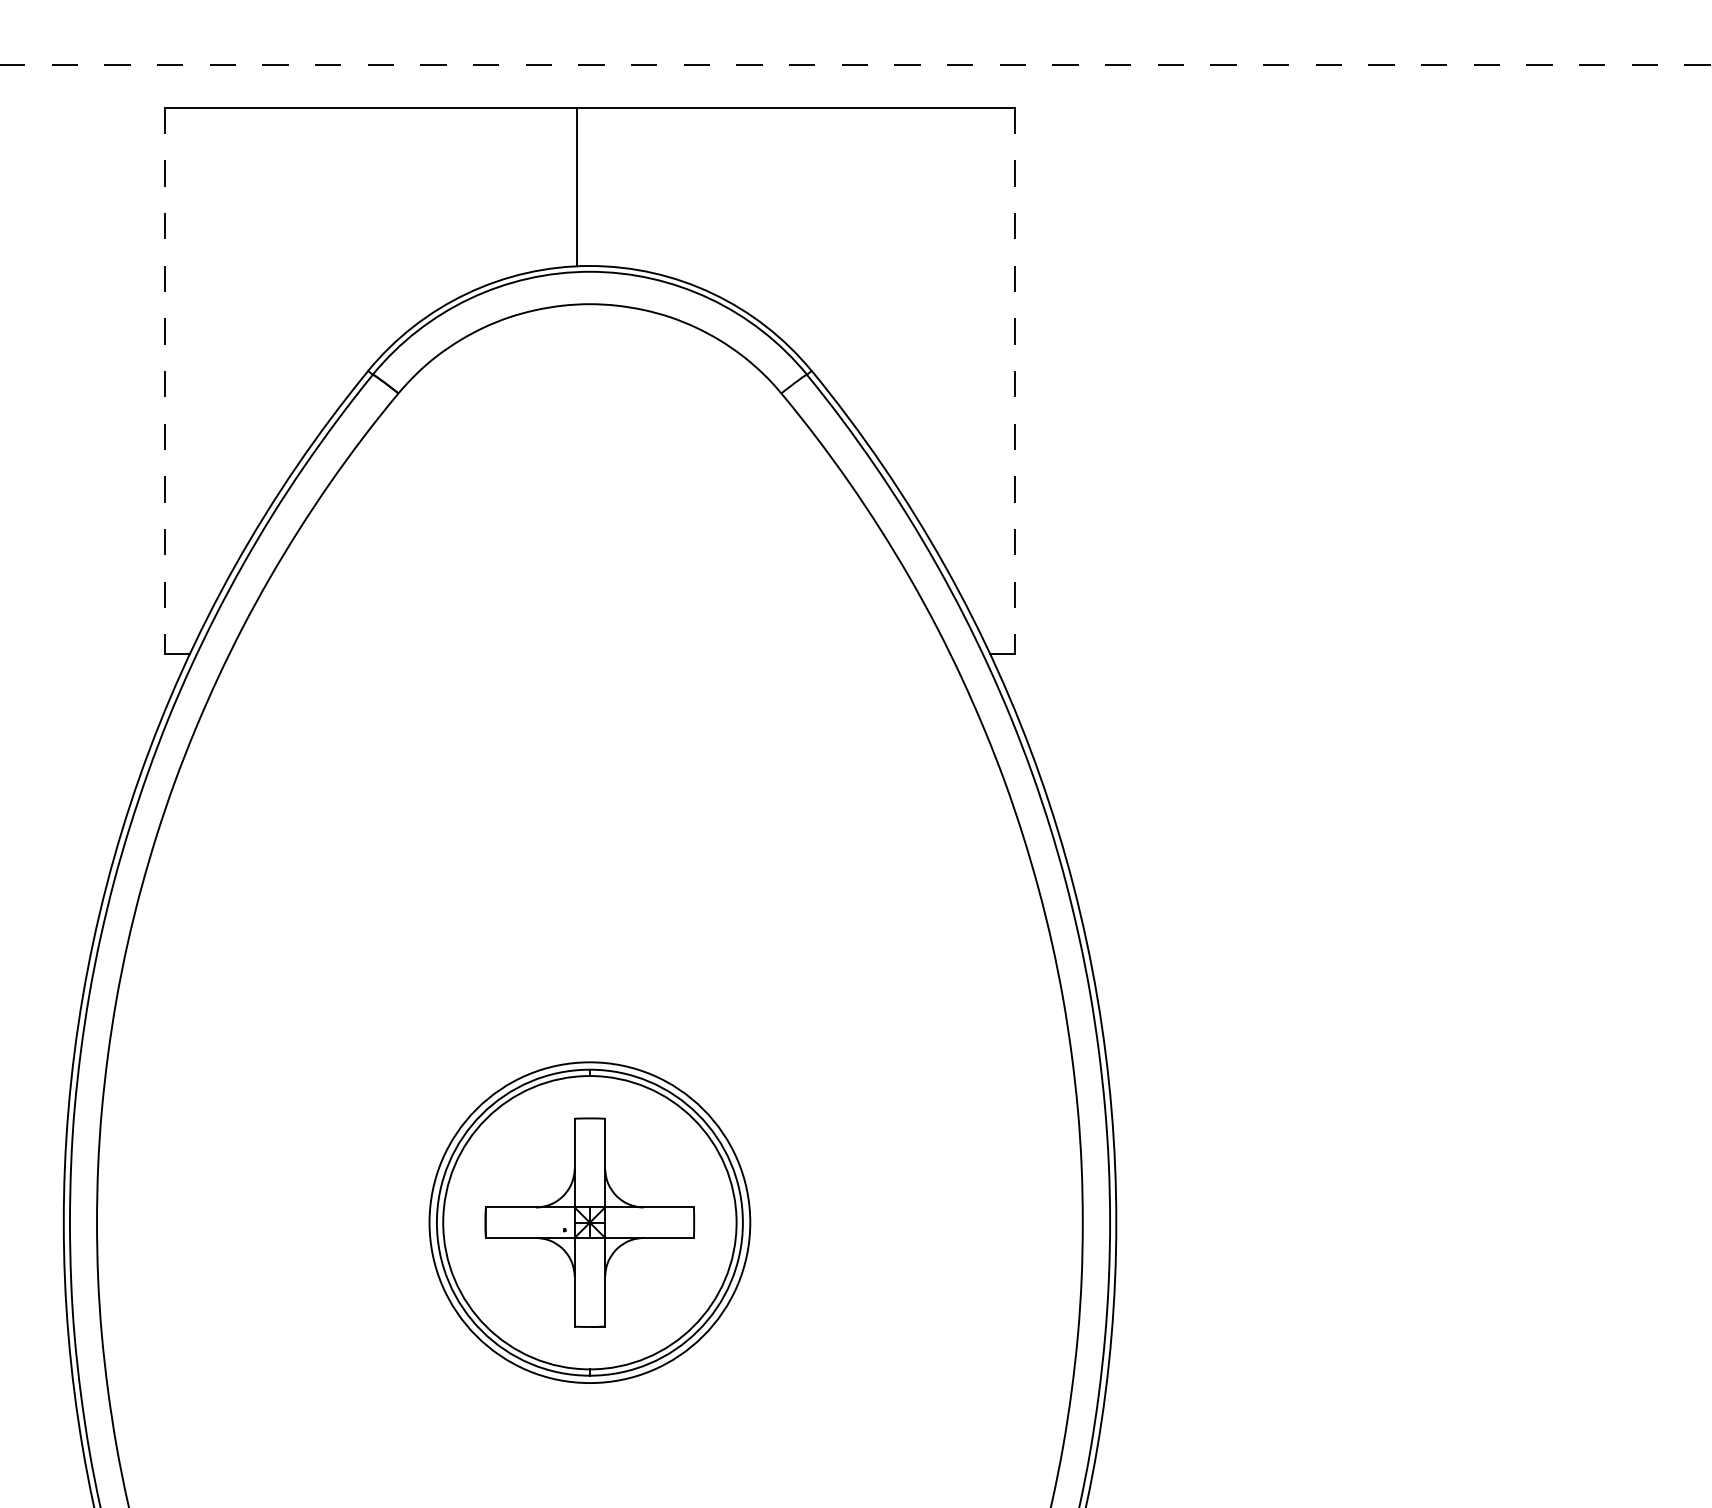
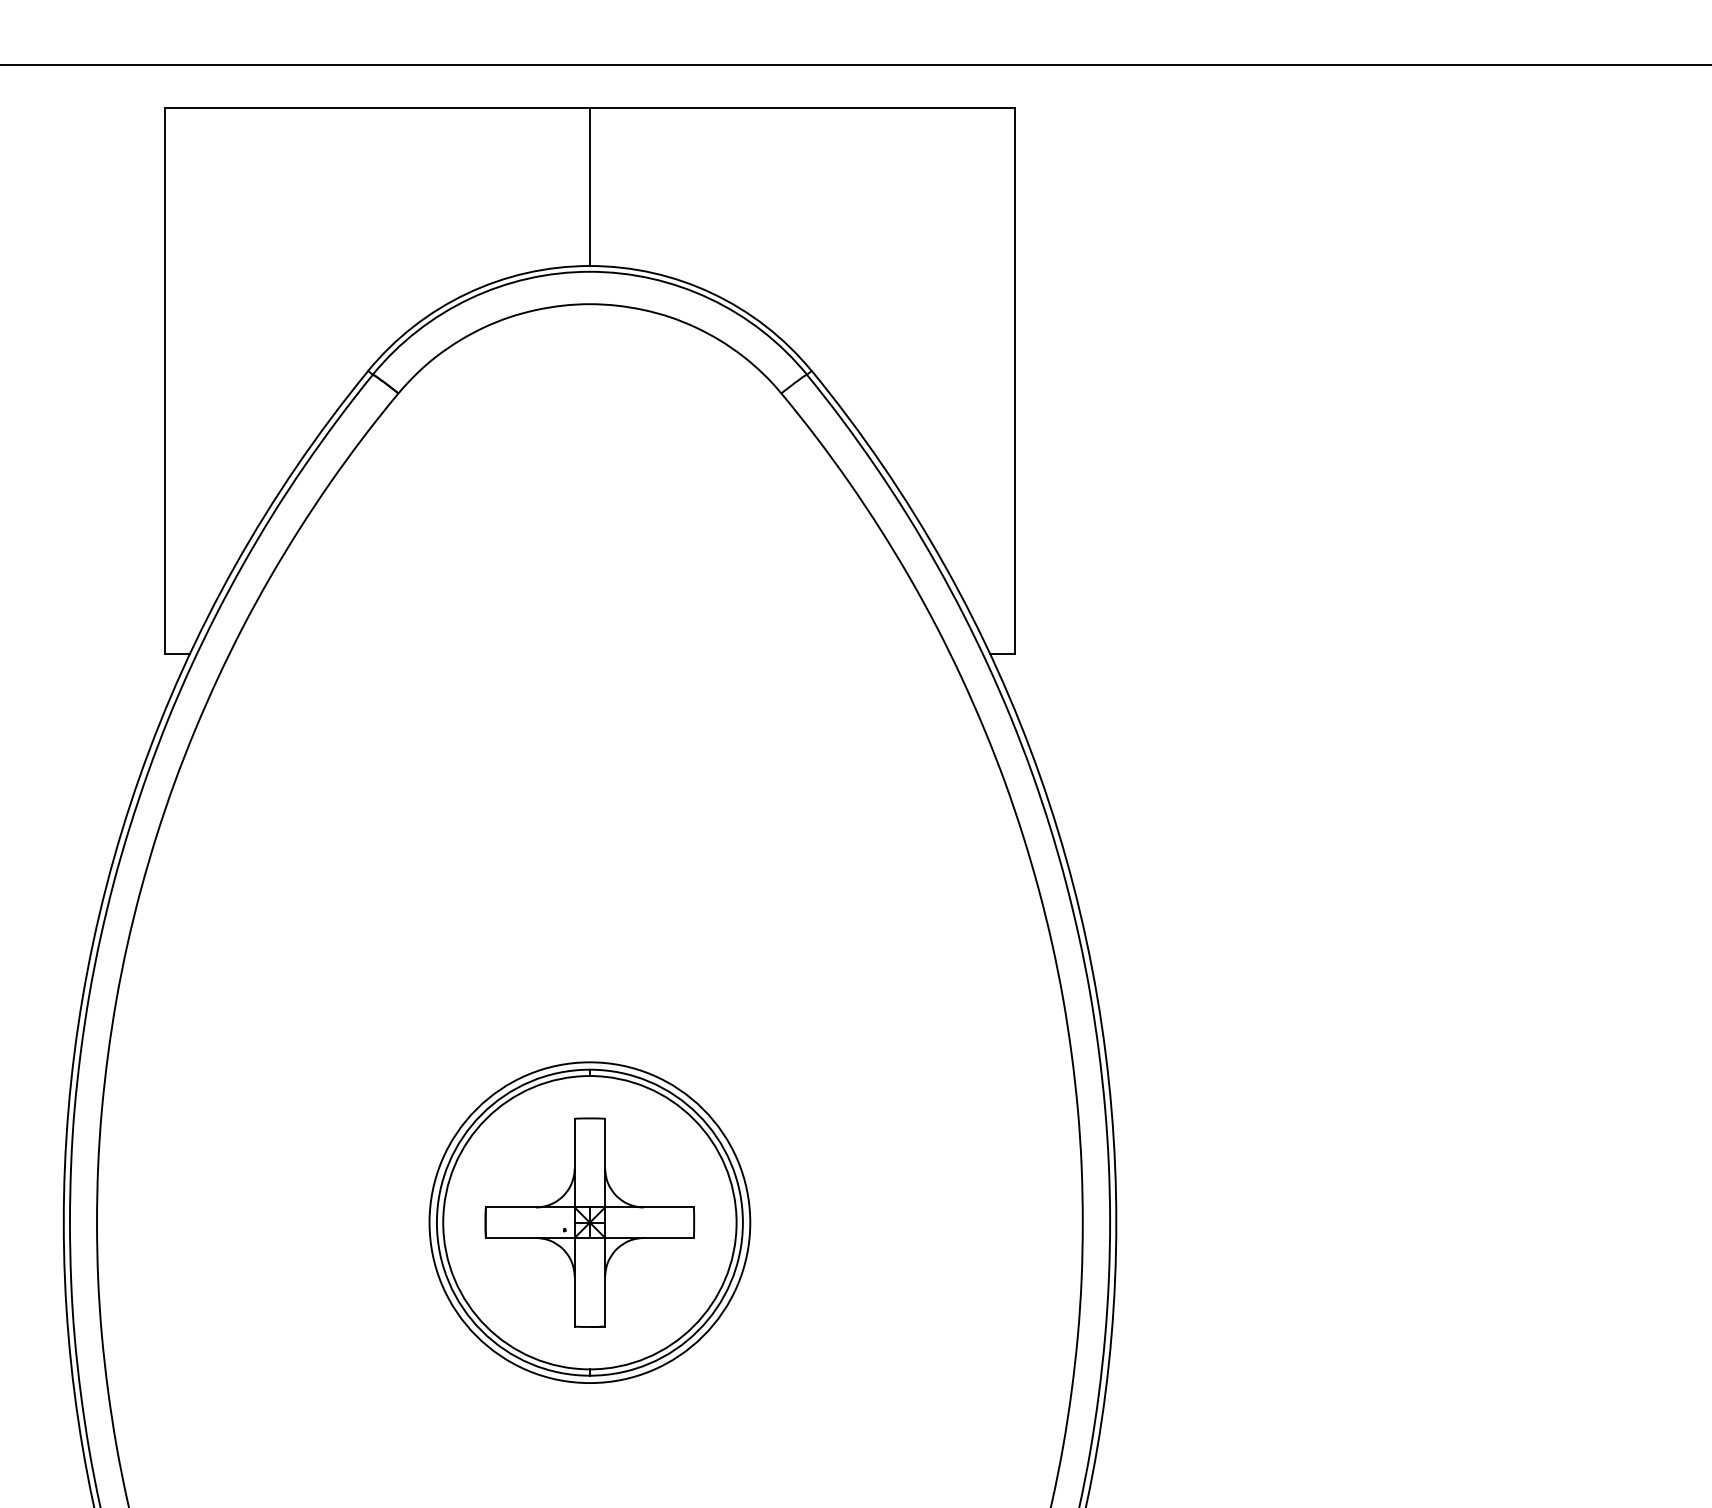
line at (856, 64): dashed -> solid
line at (576, 186) position: (576, 186) -> (589, 186)
line at (164, 381): dashed -> solid
line at (1014, 381): dashed -> solid
